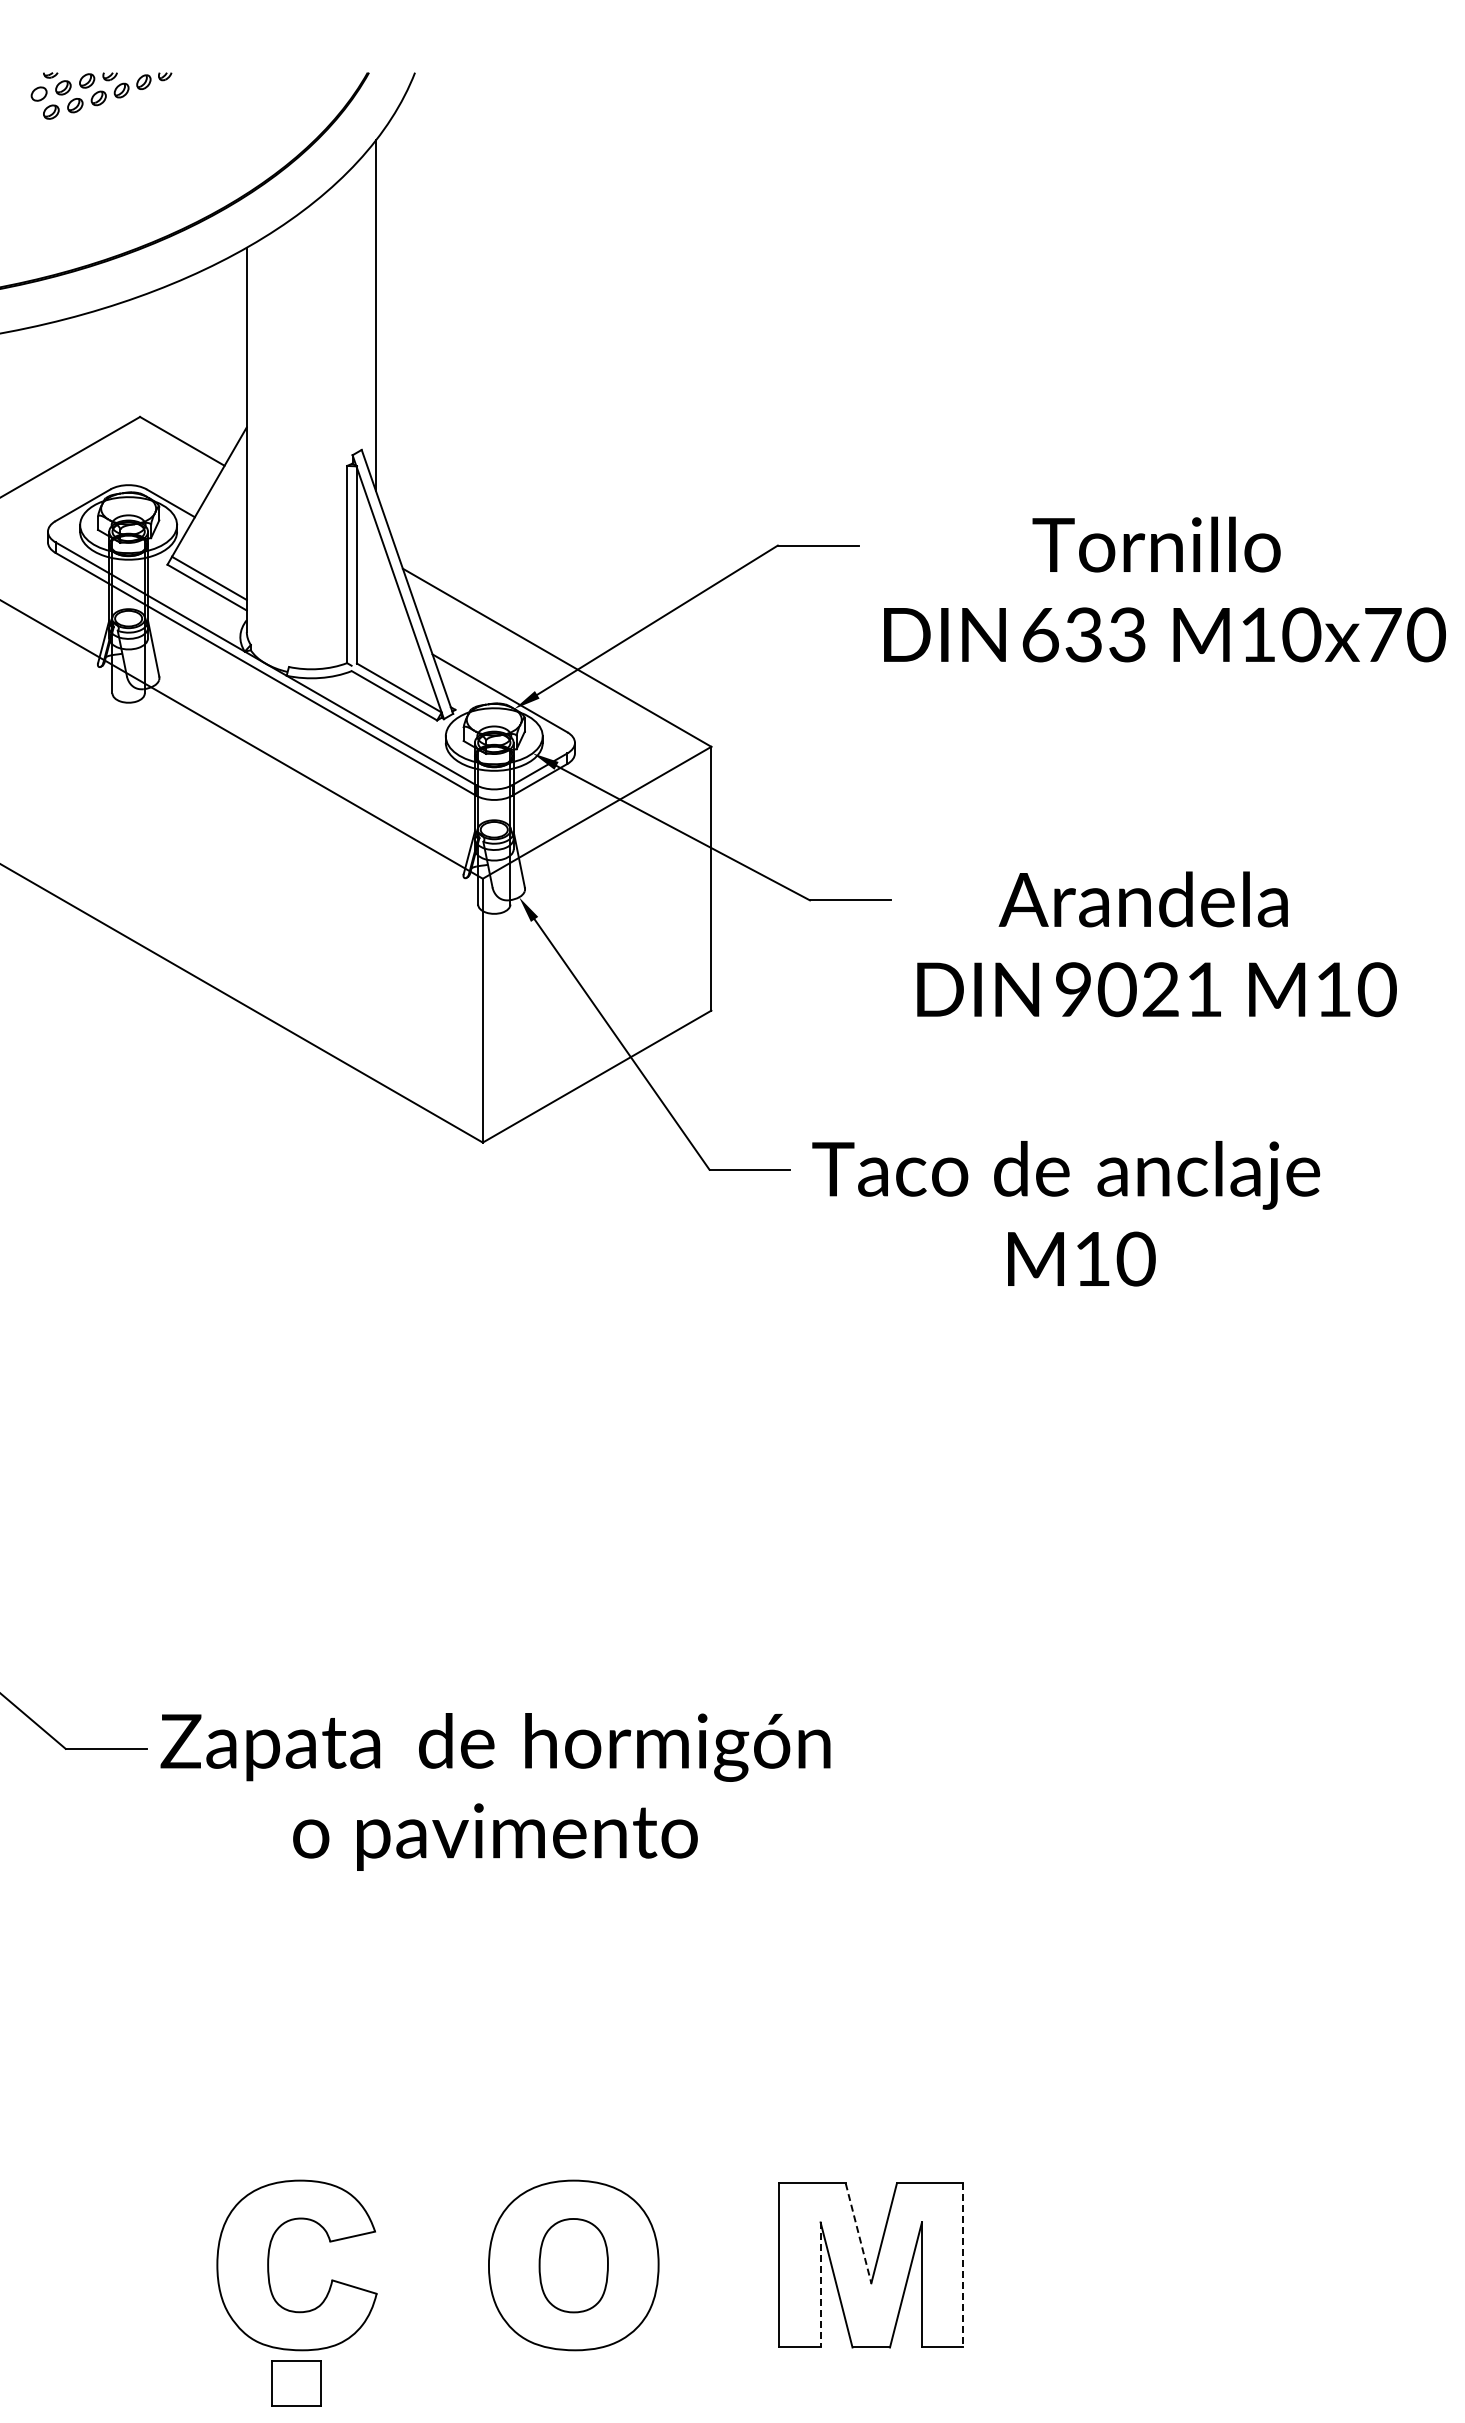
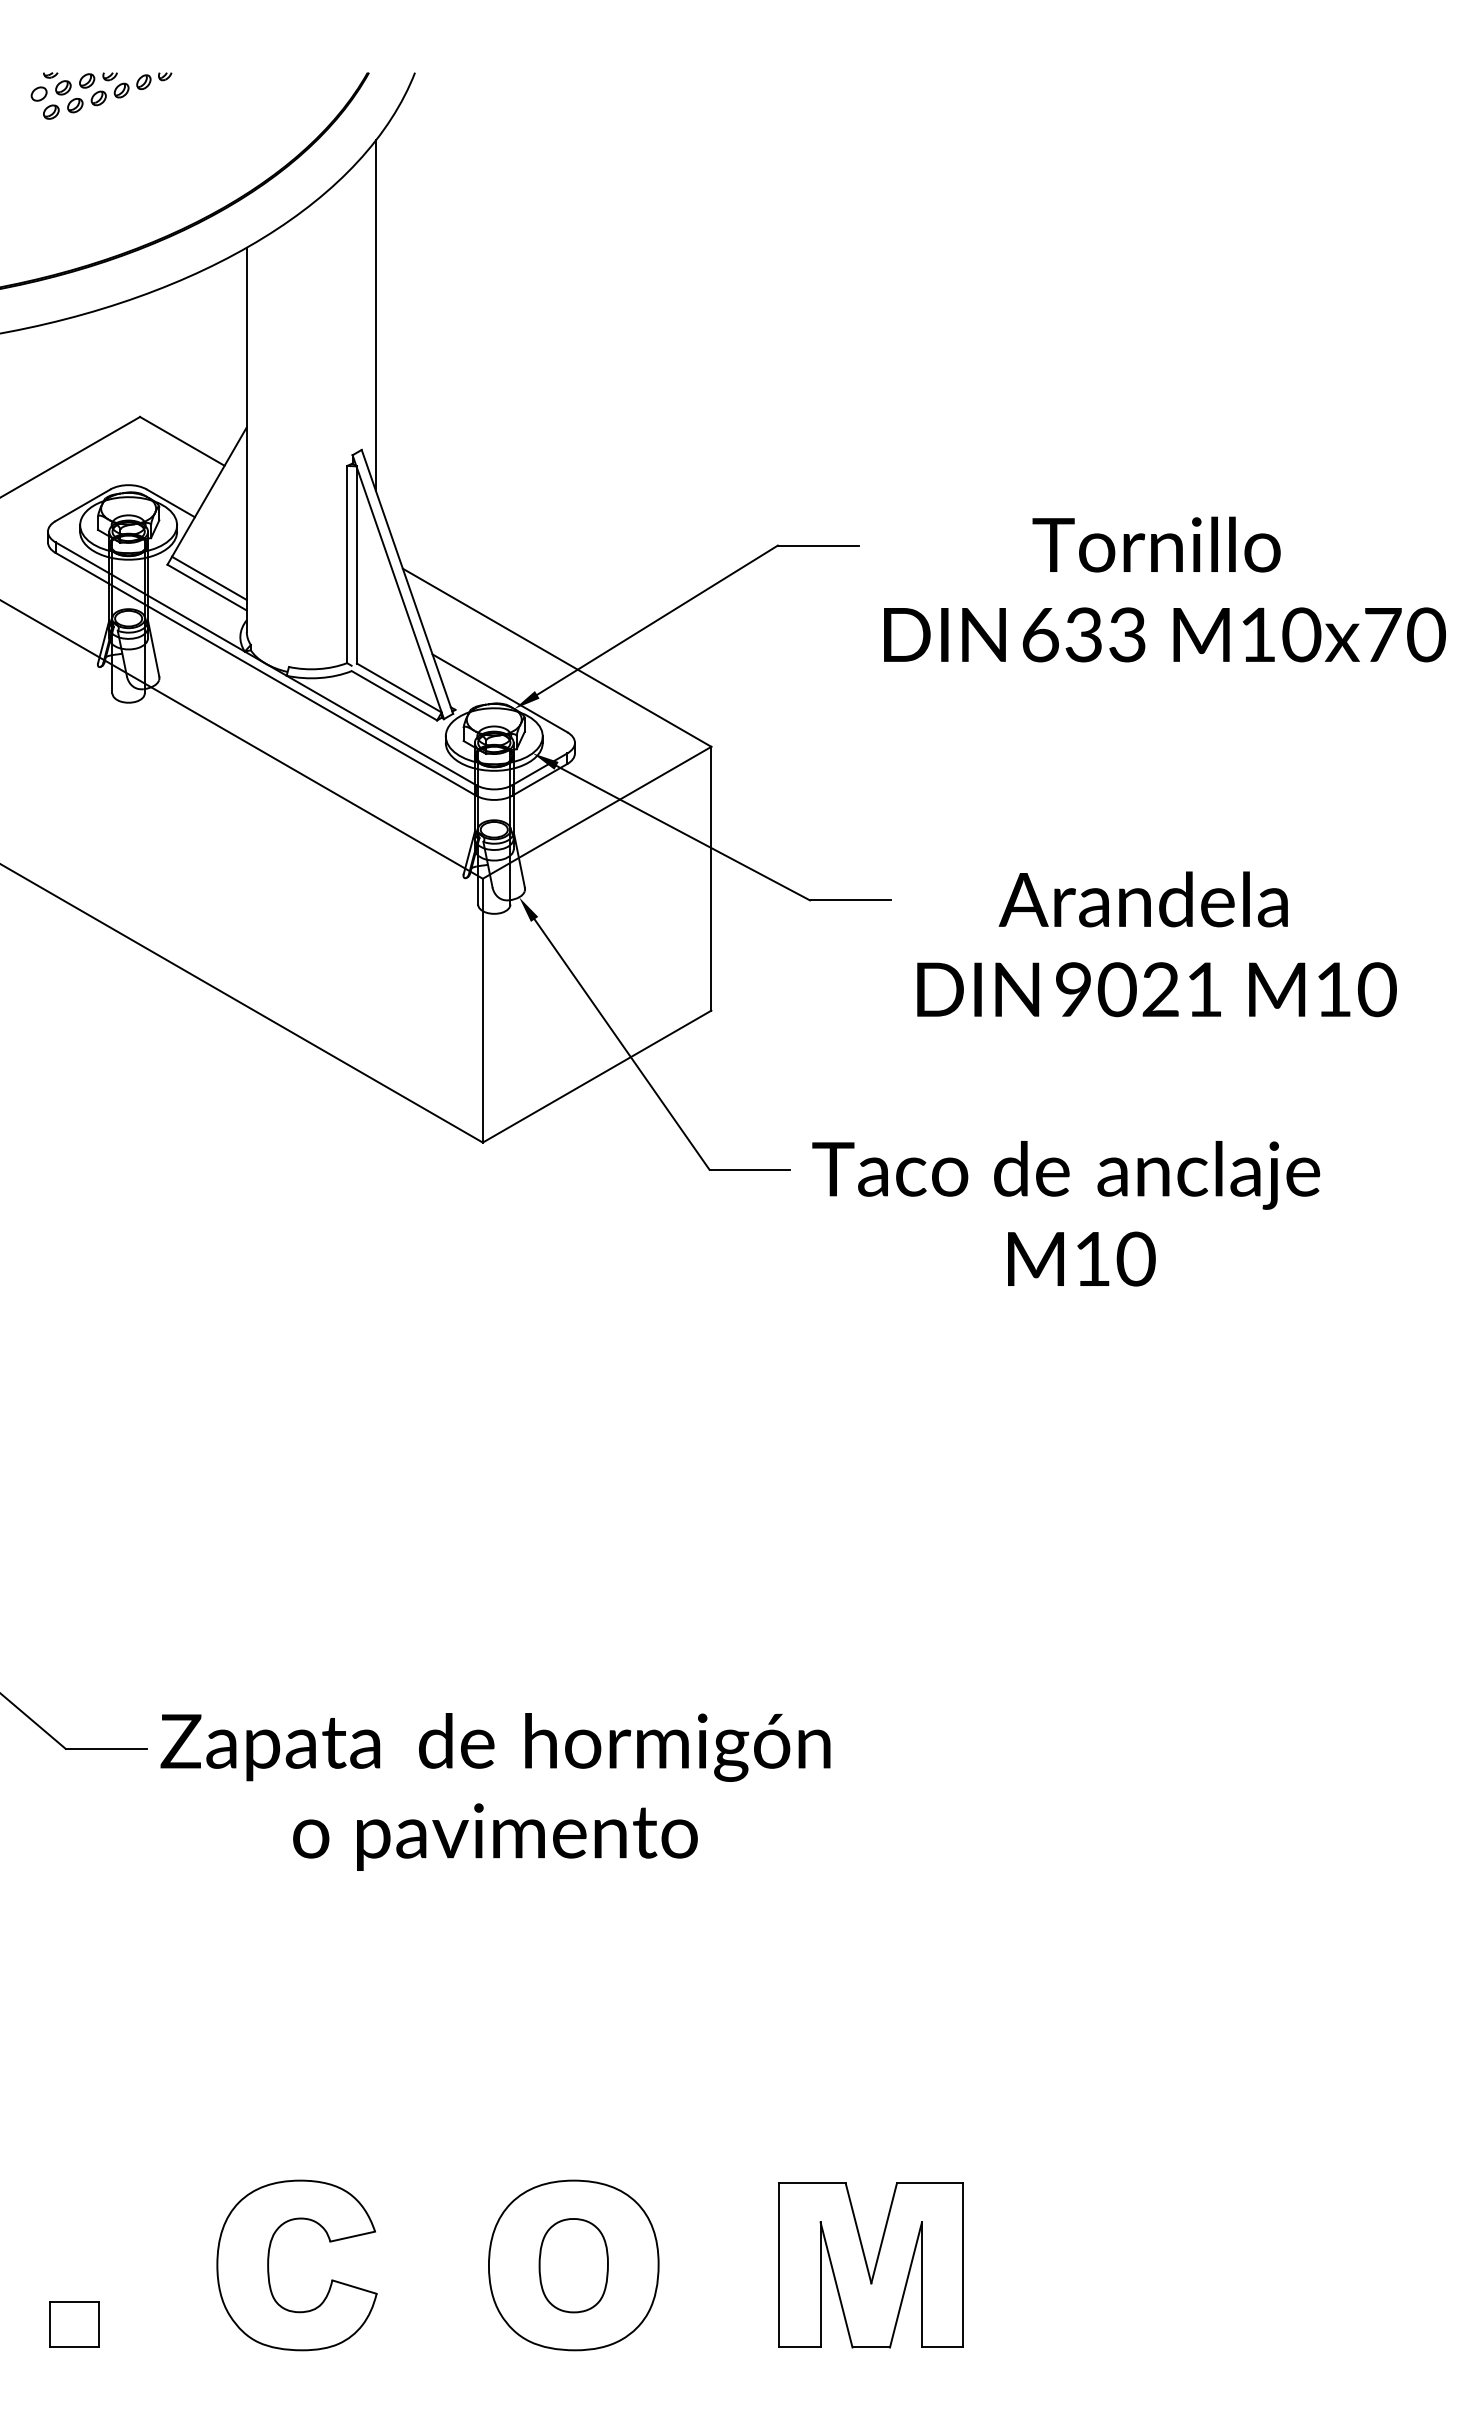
line at (858, 2233): dashed -> solid
line at (963, 2265): dashed -> solid
line at (820, 2284): dashed -> solid
part at (296, 2383) position: (296, 2383) -> (74, 2324)
